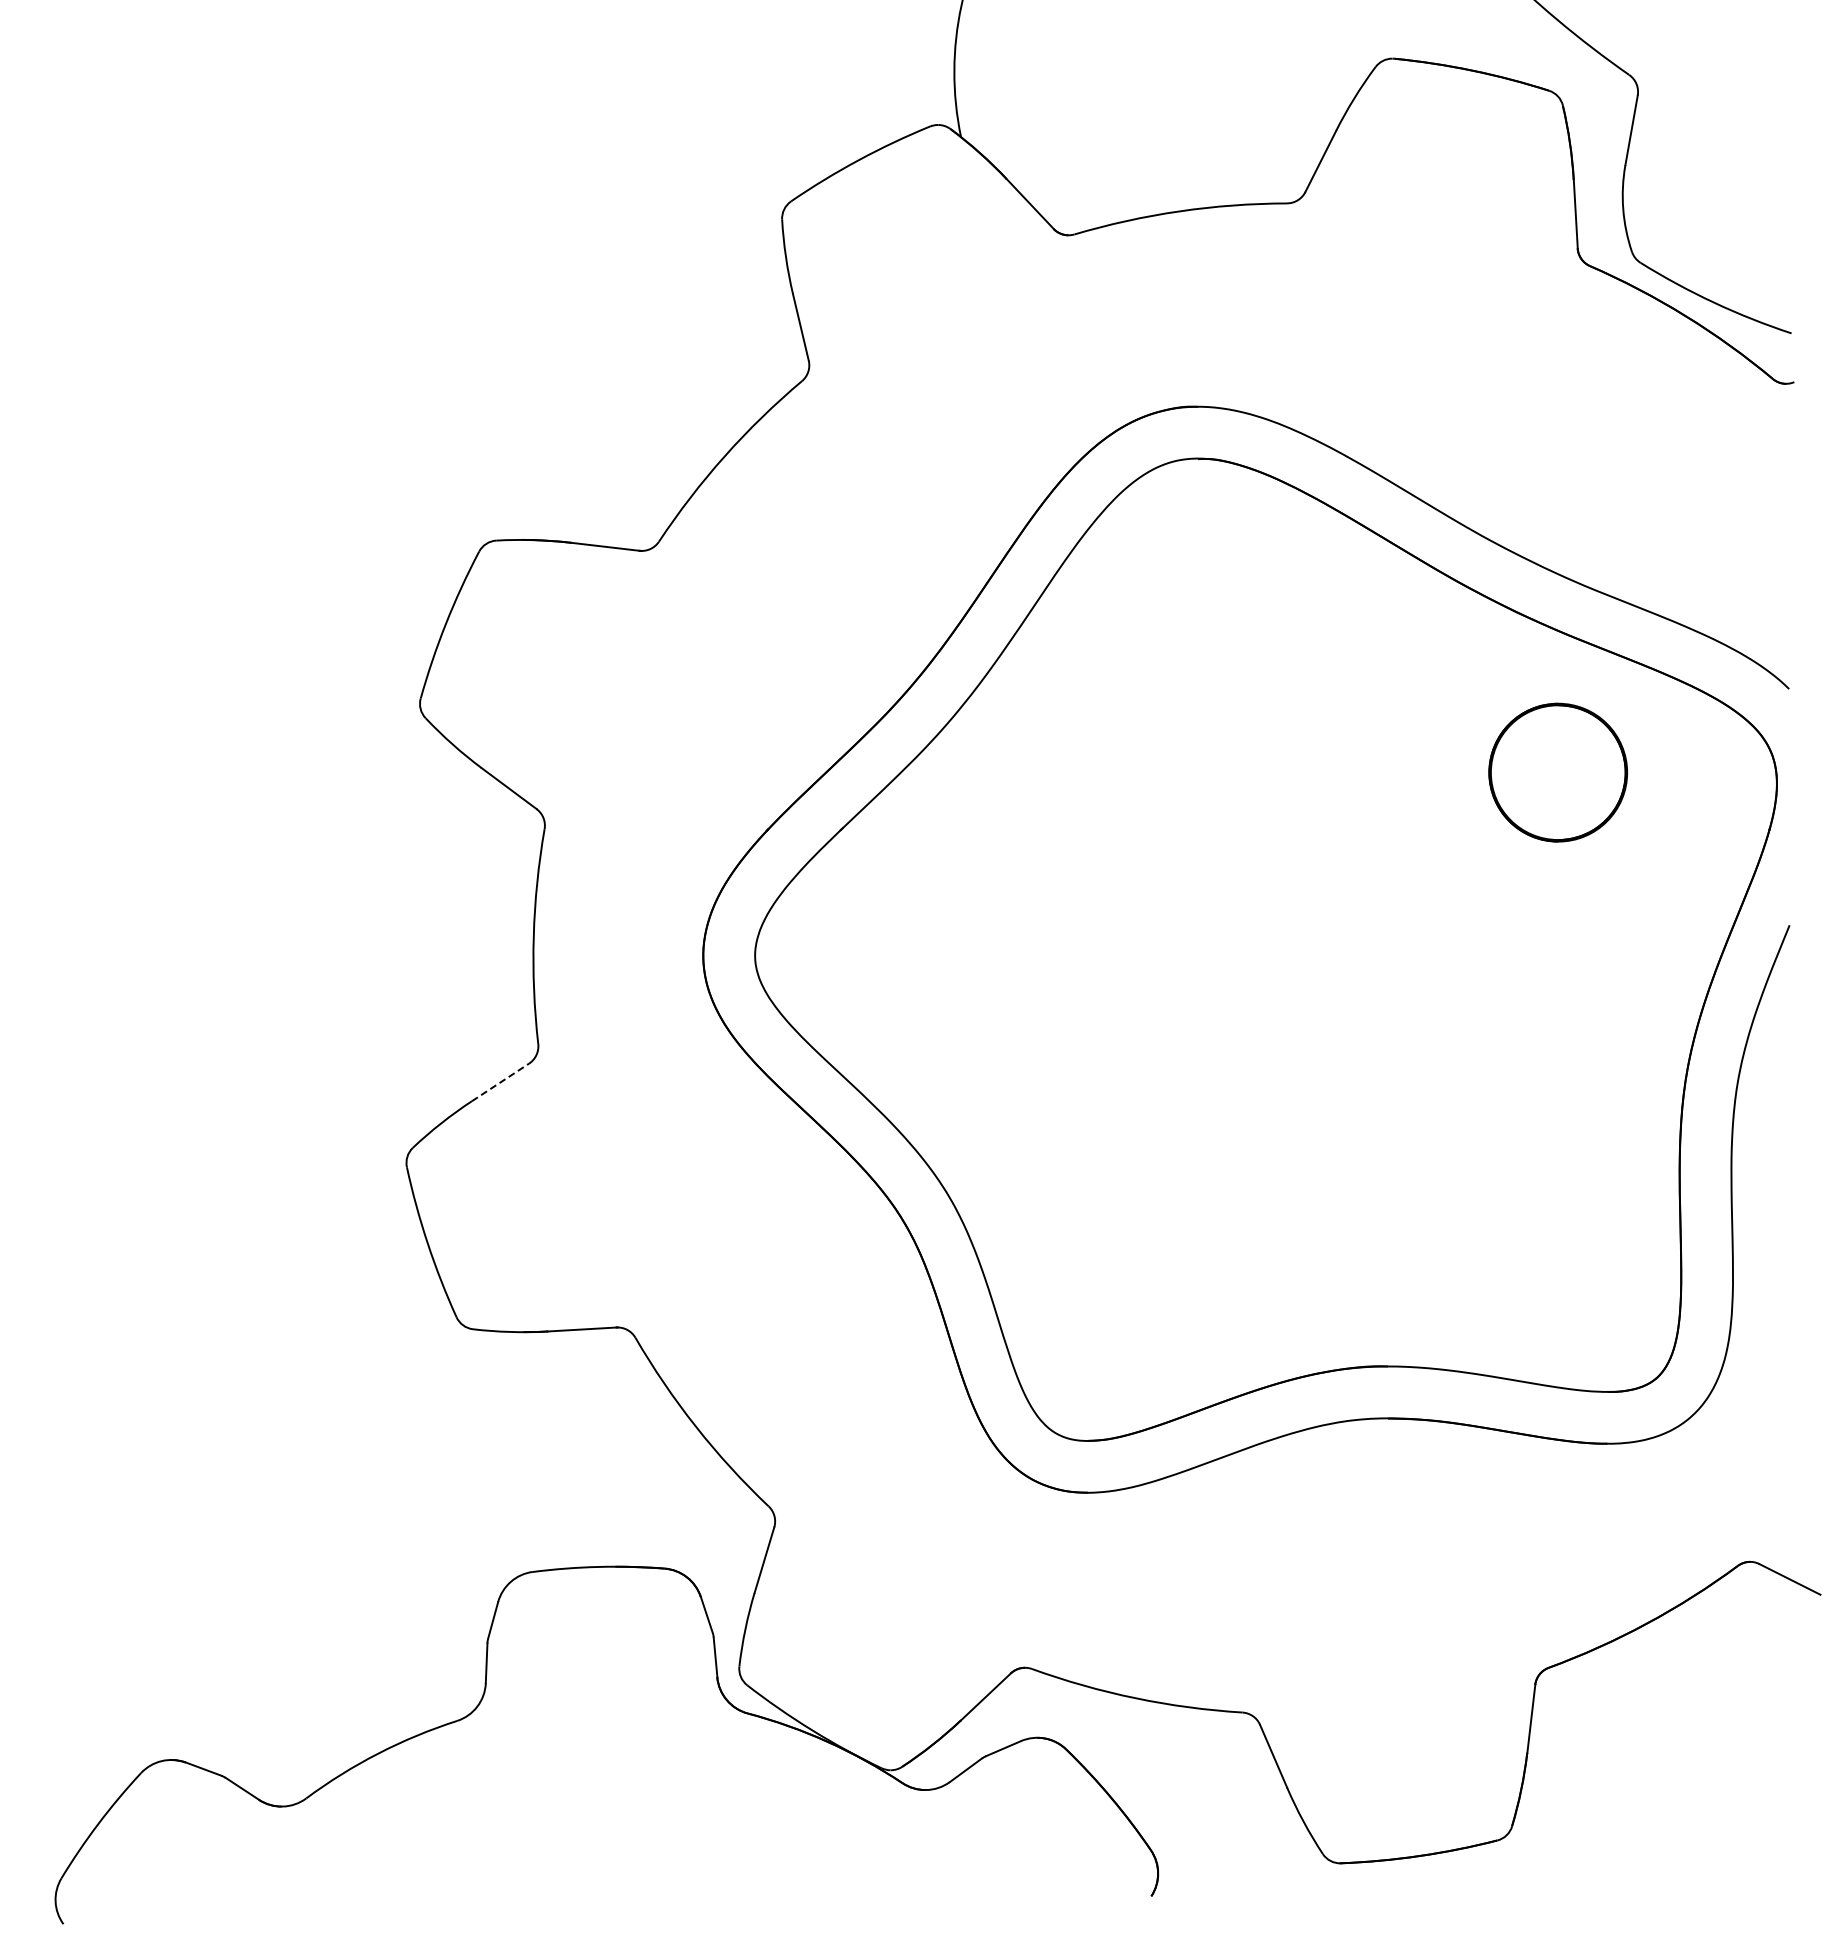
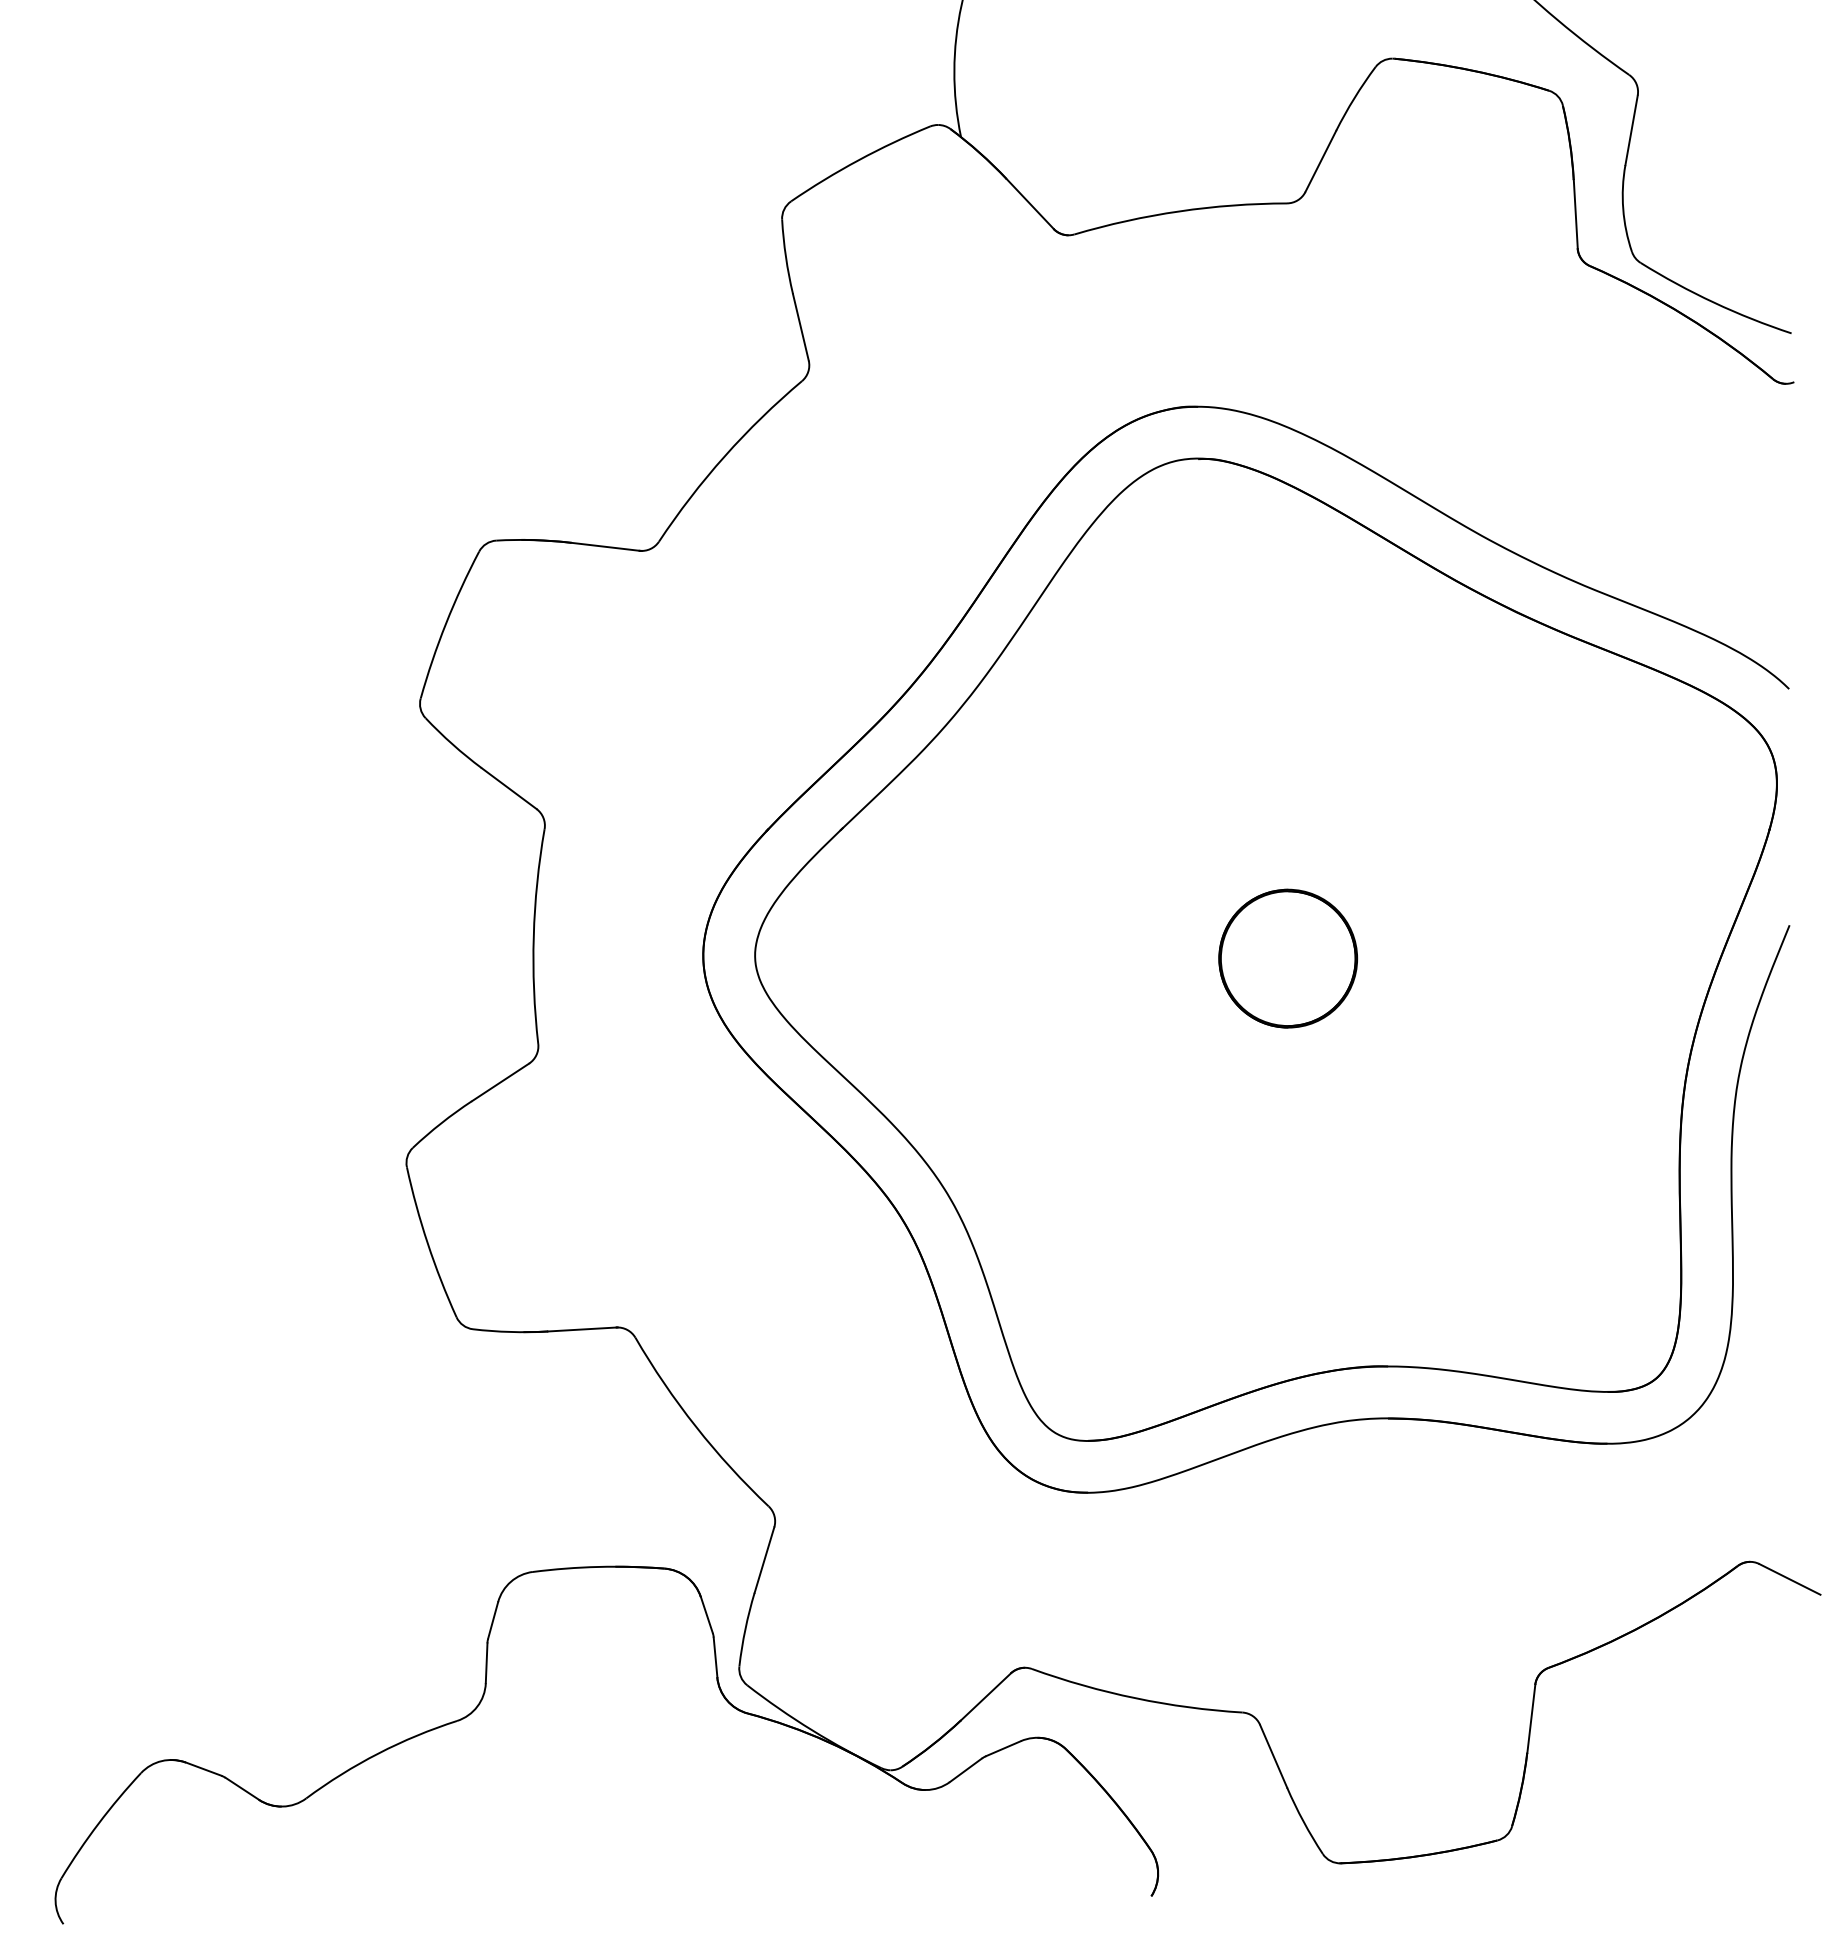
part at (1558, 772) position: (1558, 772) -> (1288, 958)
line at (500, 1082): dashed -> solid
